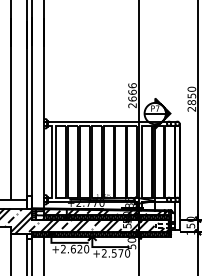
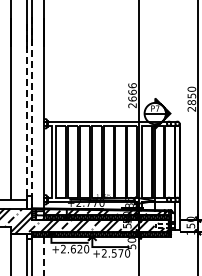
line at (30, 208): solid -> dashed
line at (44, 256): solid -> dashed
